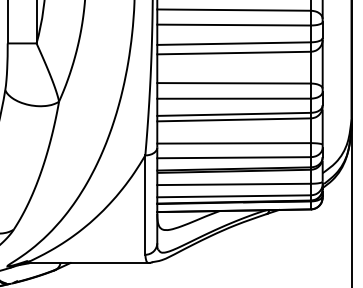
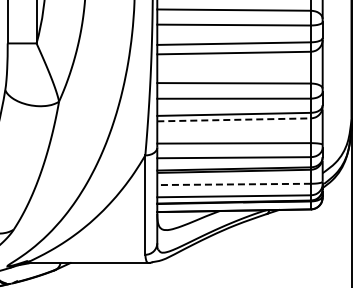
line at (234, 119): solid -> dashed
line at (234, 184): solid -> dashed
